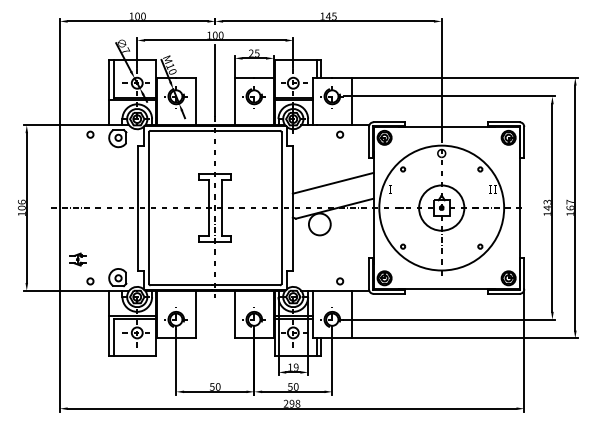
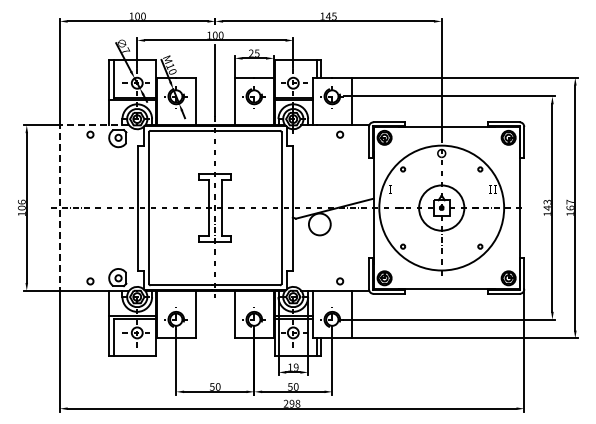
line at (59, 173): solid -> dashed
line at (332, 182): present -> none
part at (77, 259): present -> none
